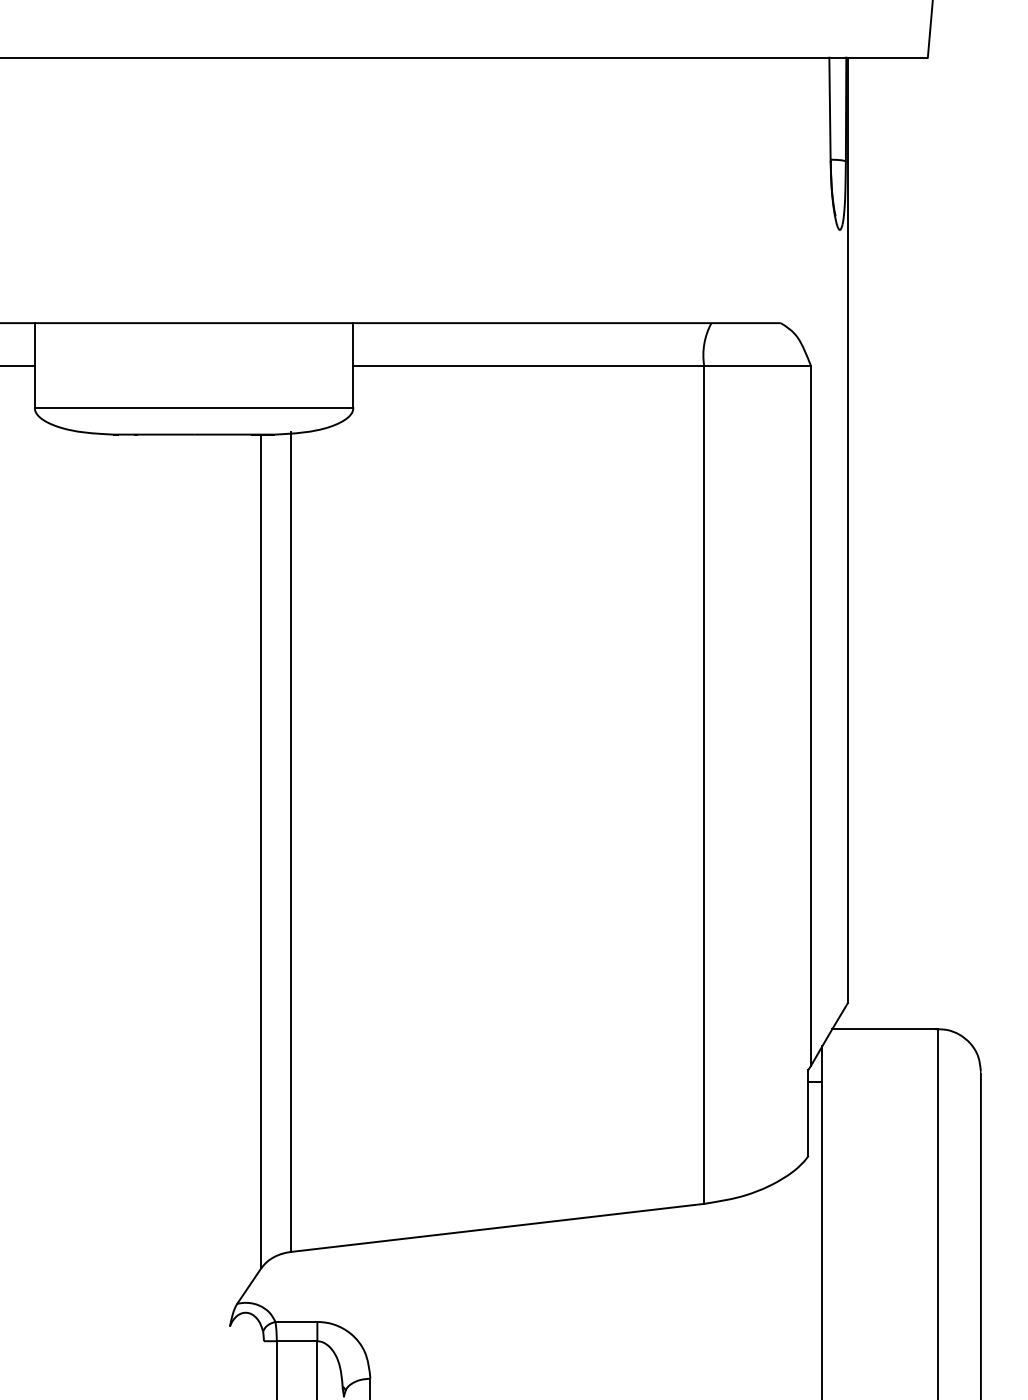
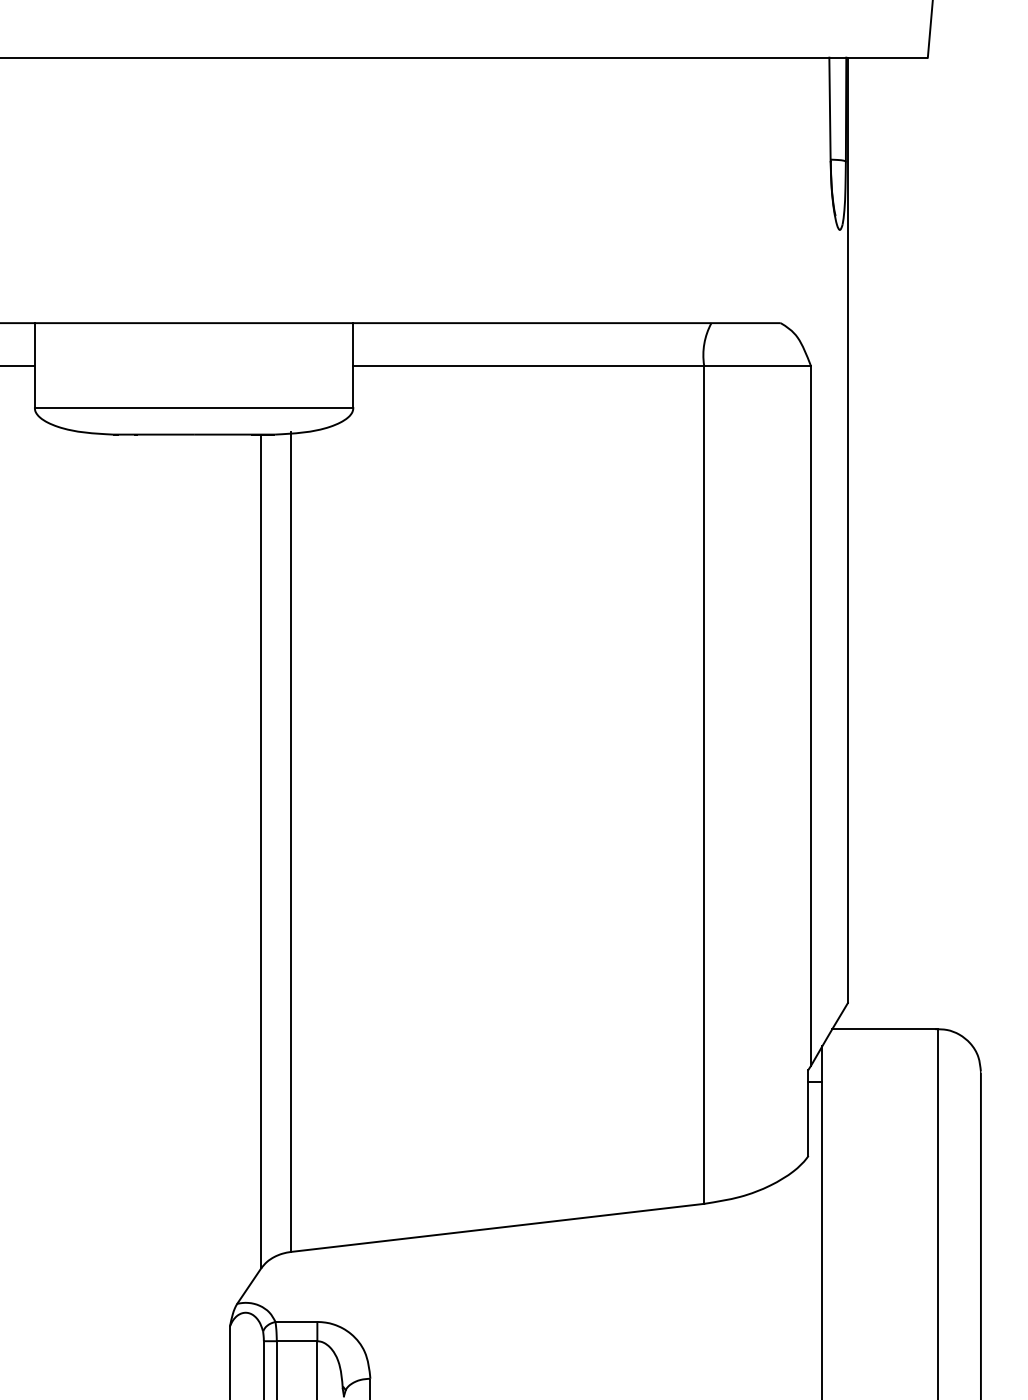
line at (229, 1361): none -> present
line at (263, 1368): none -> present
